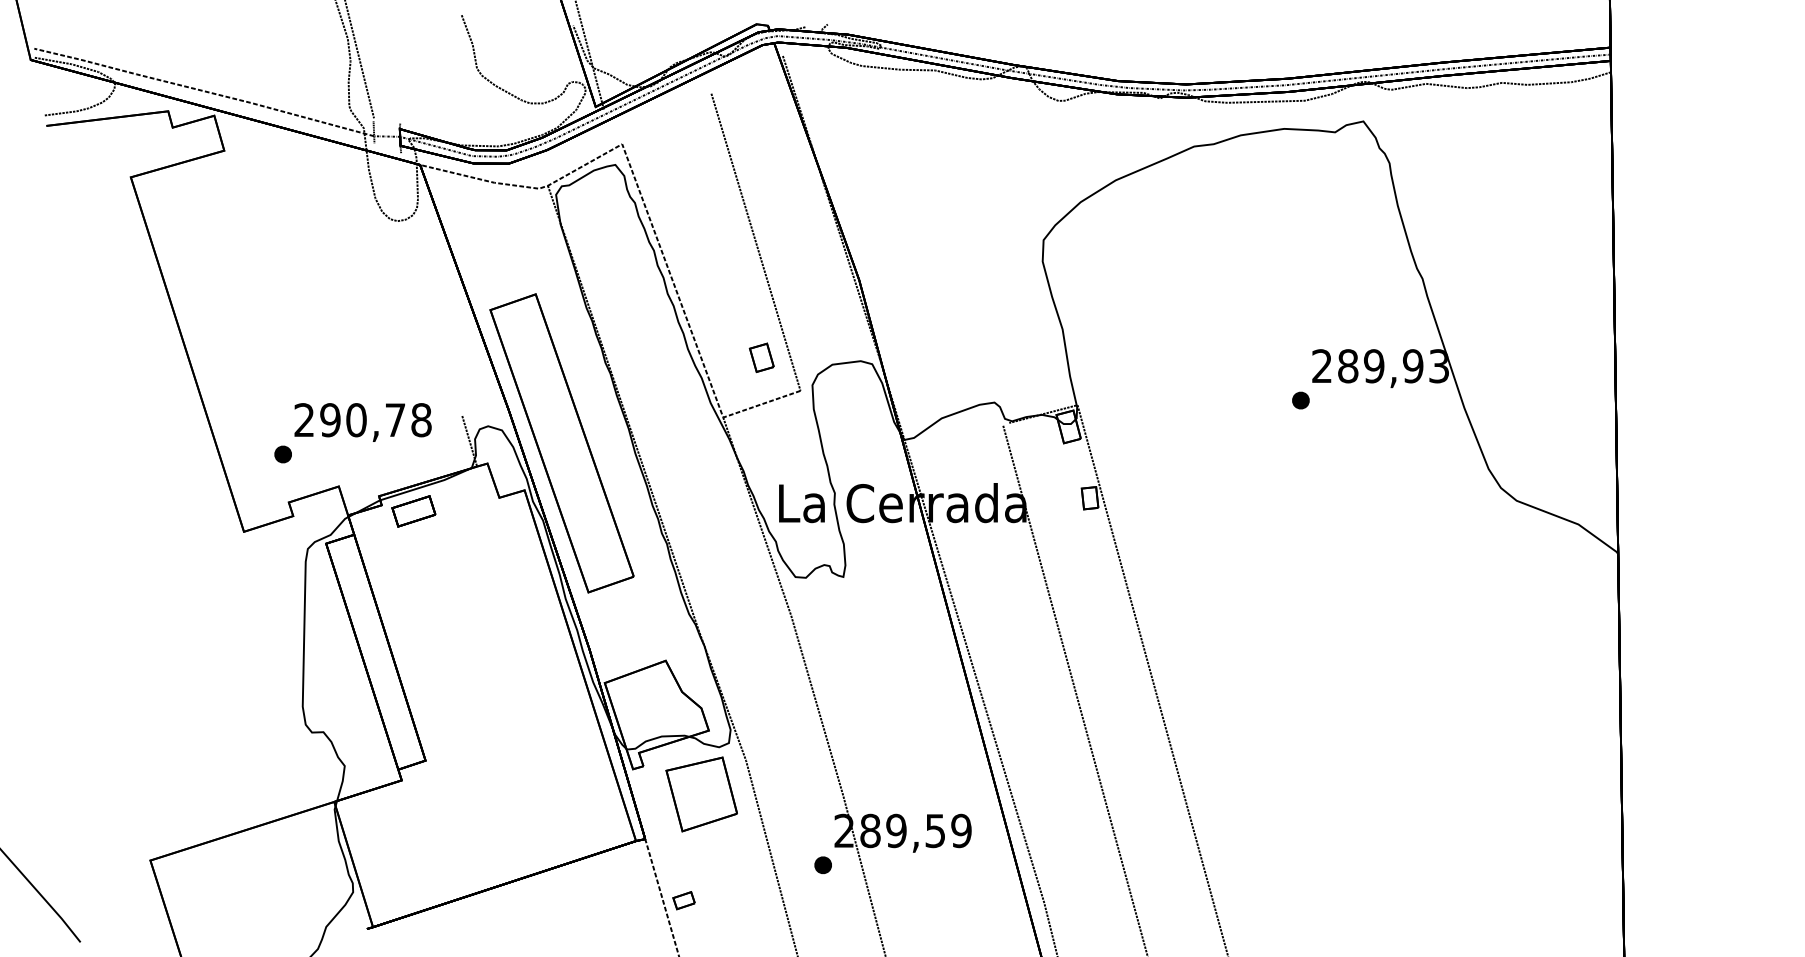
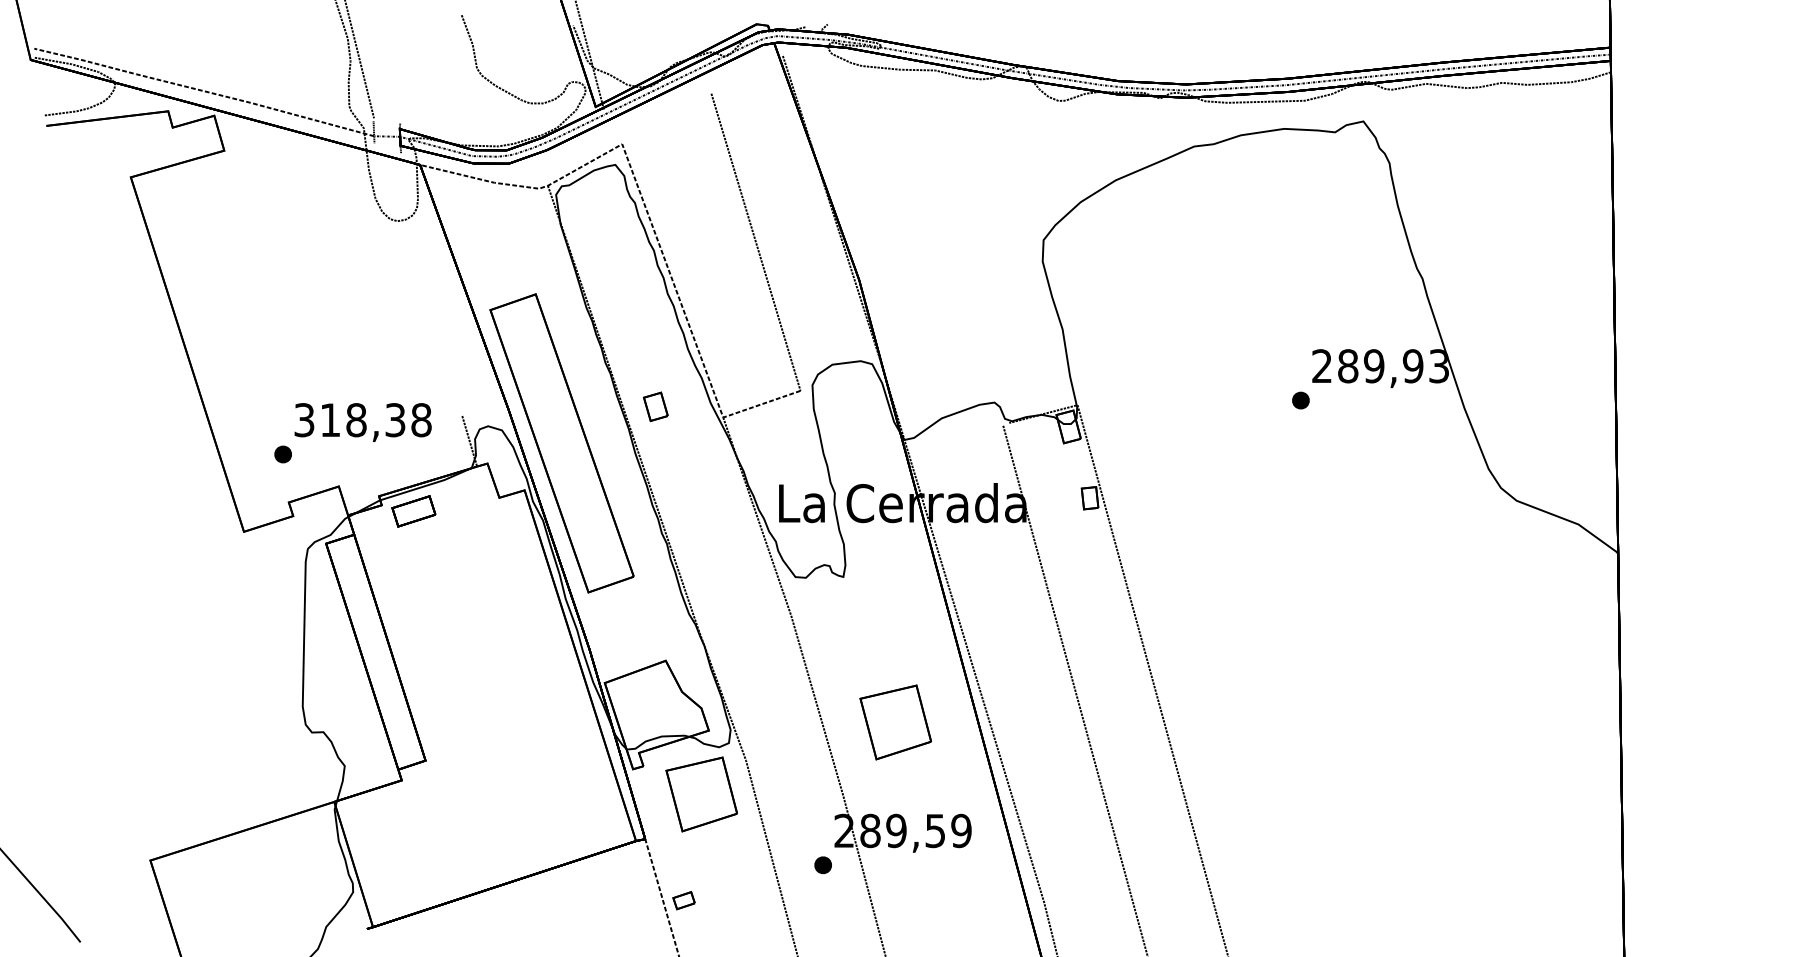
part at (761, 357) position: (761, 357) -> (655, 406)
text at (349, 420): 290,78 -> 318,38
part at (895, 722): none -> present
